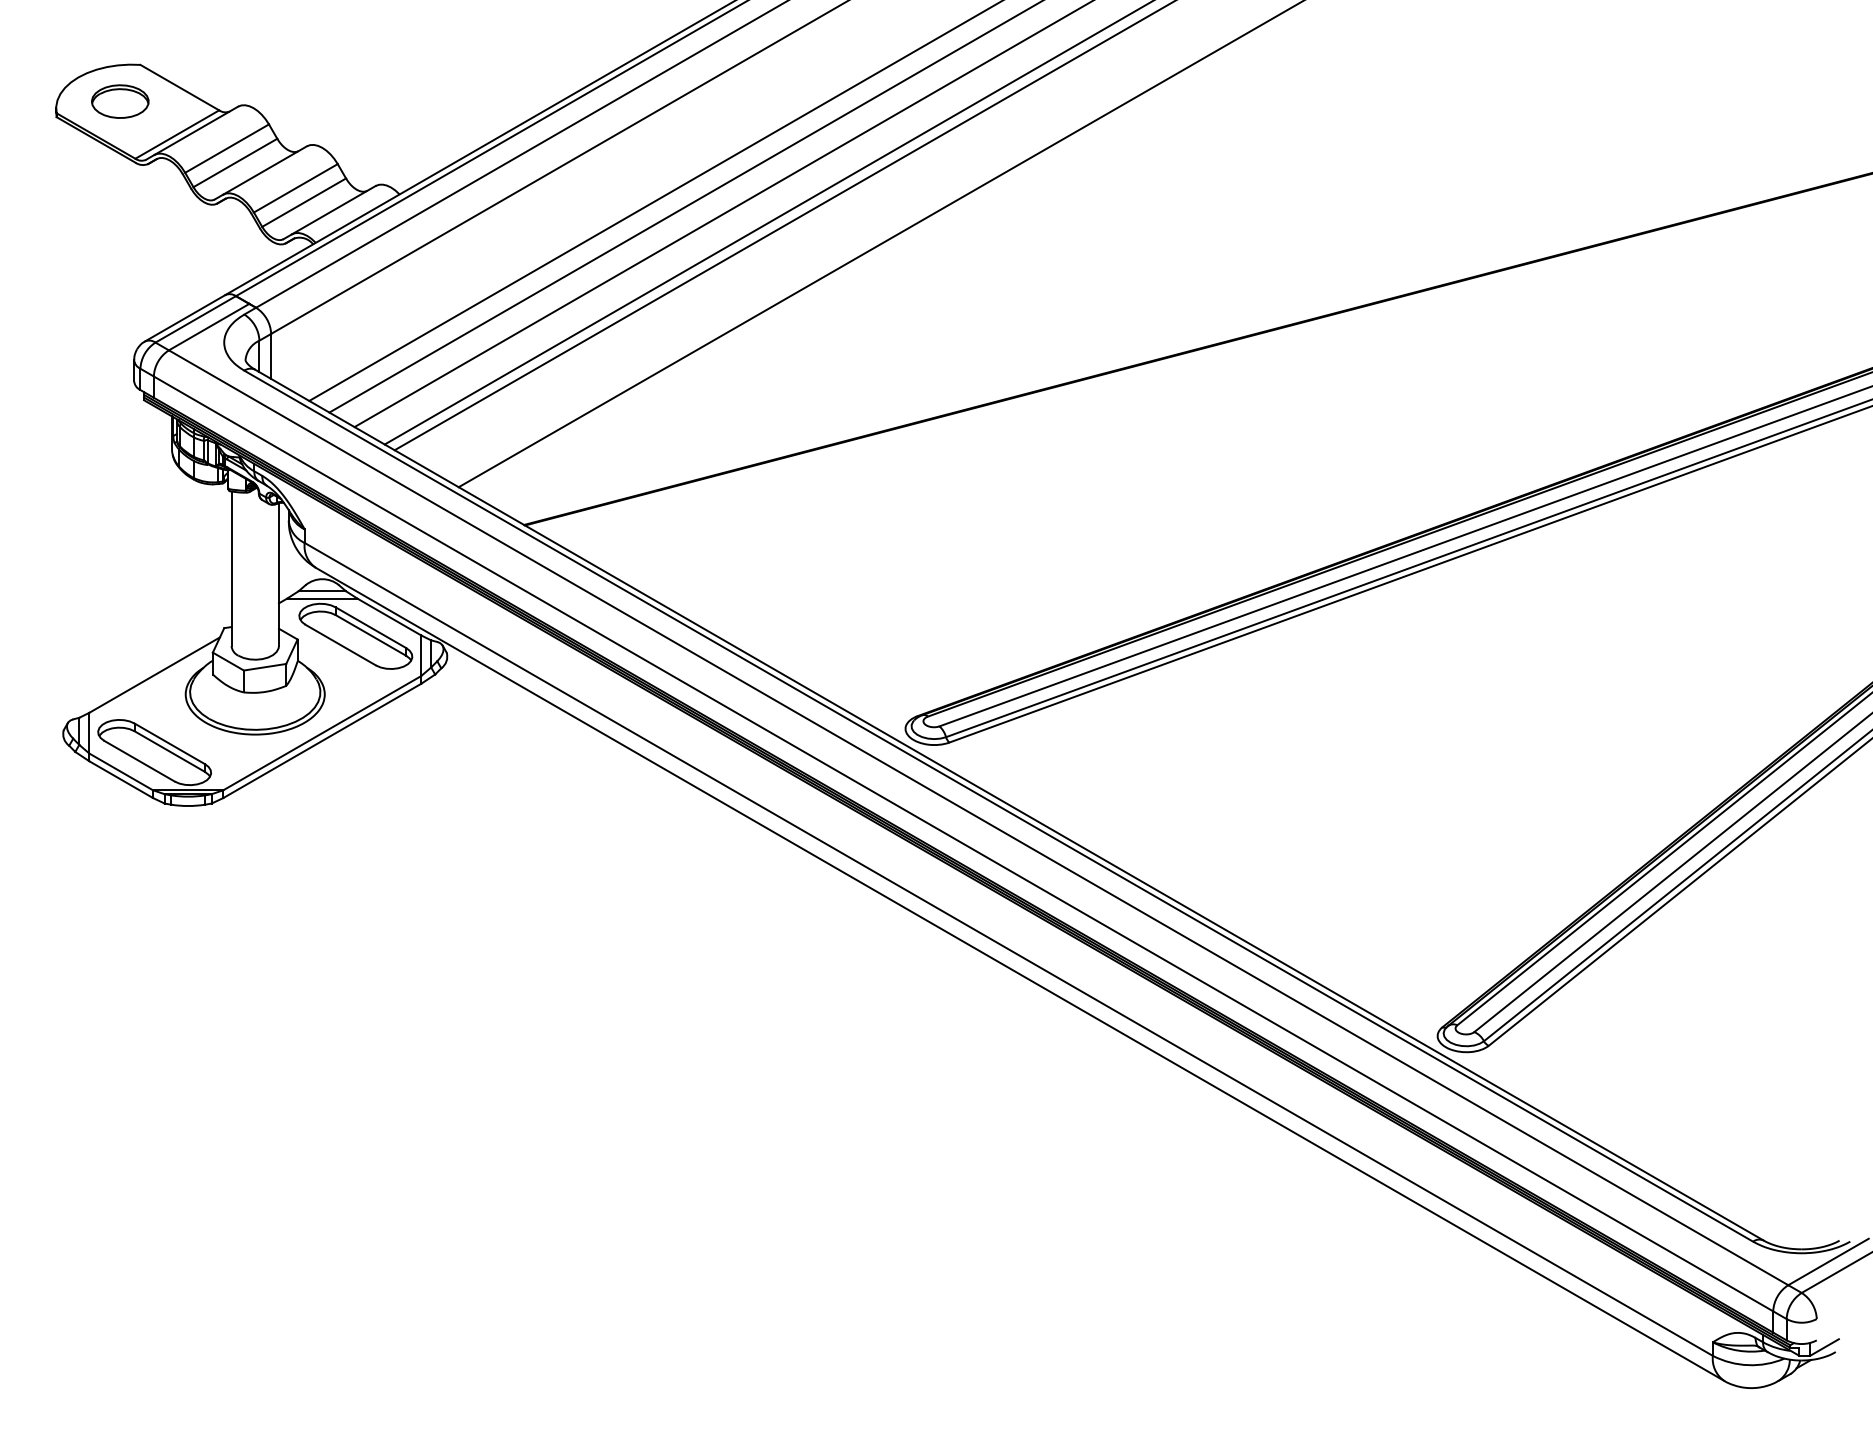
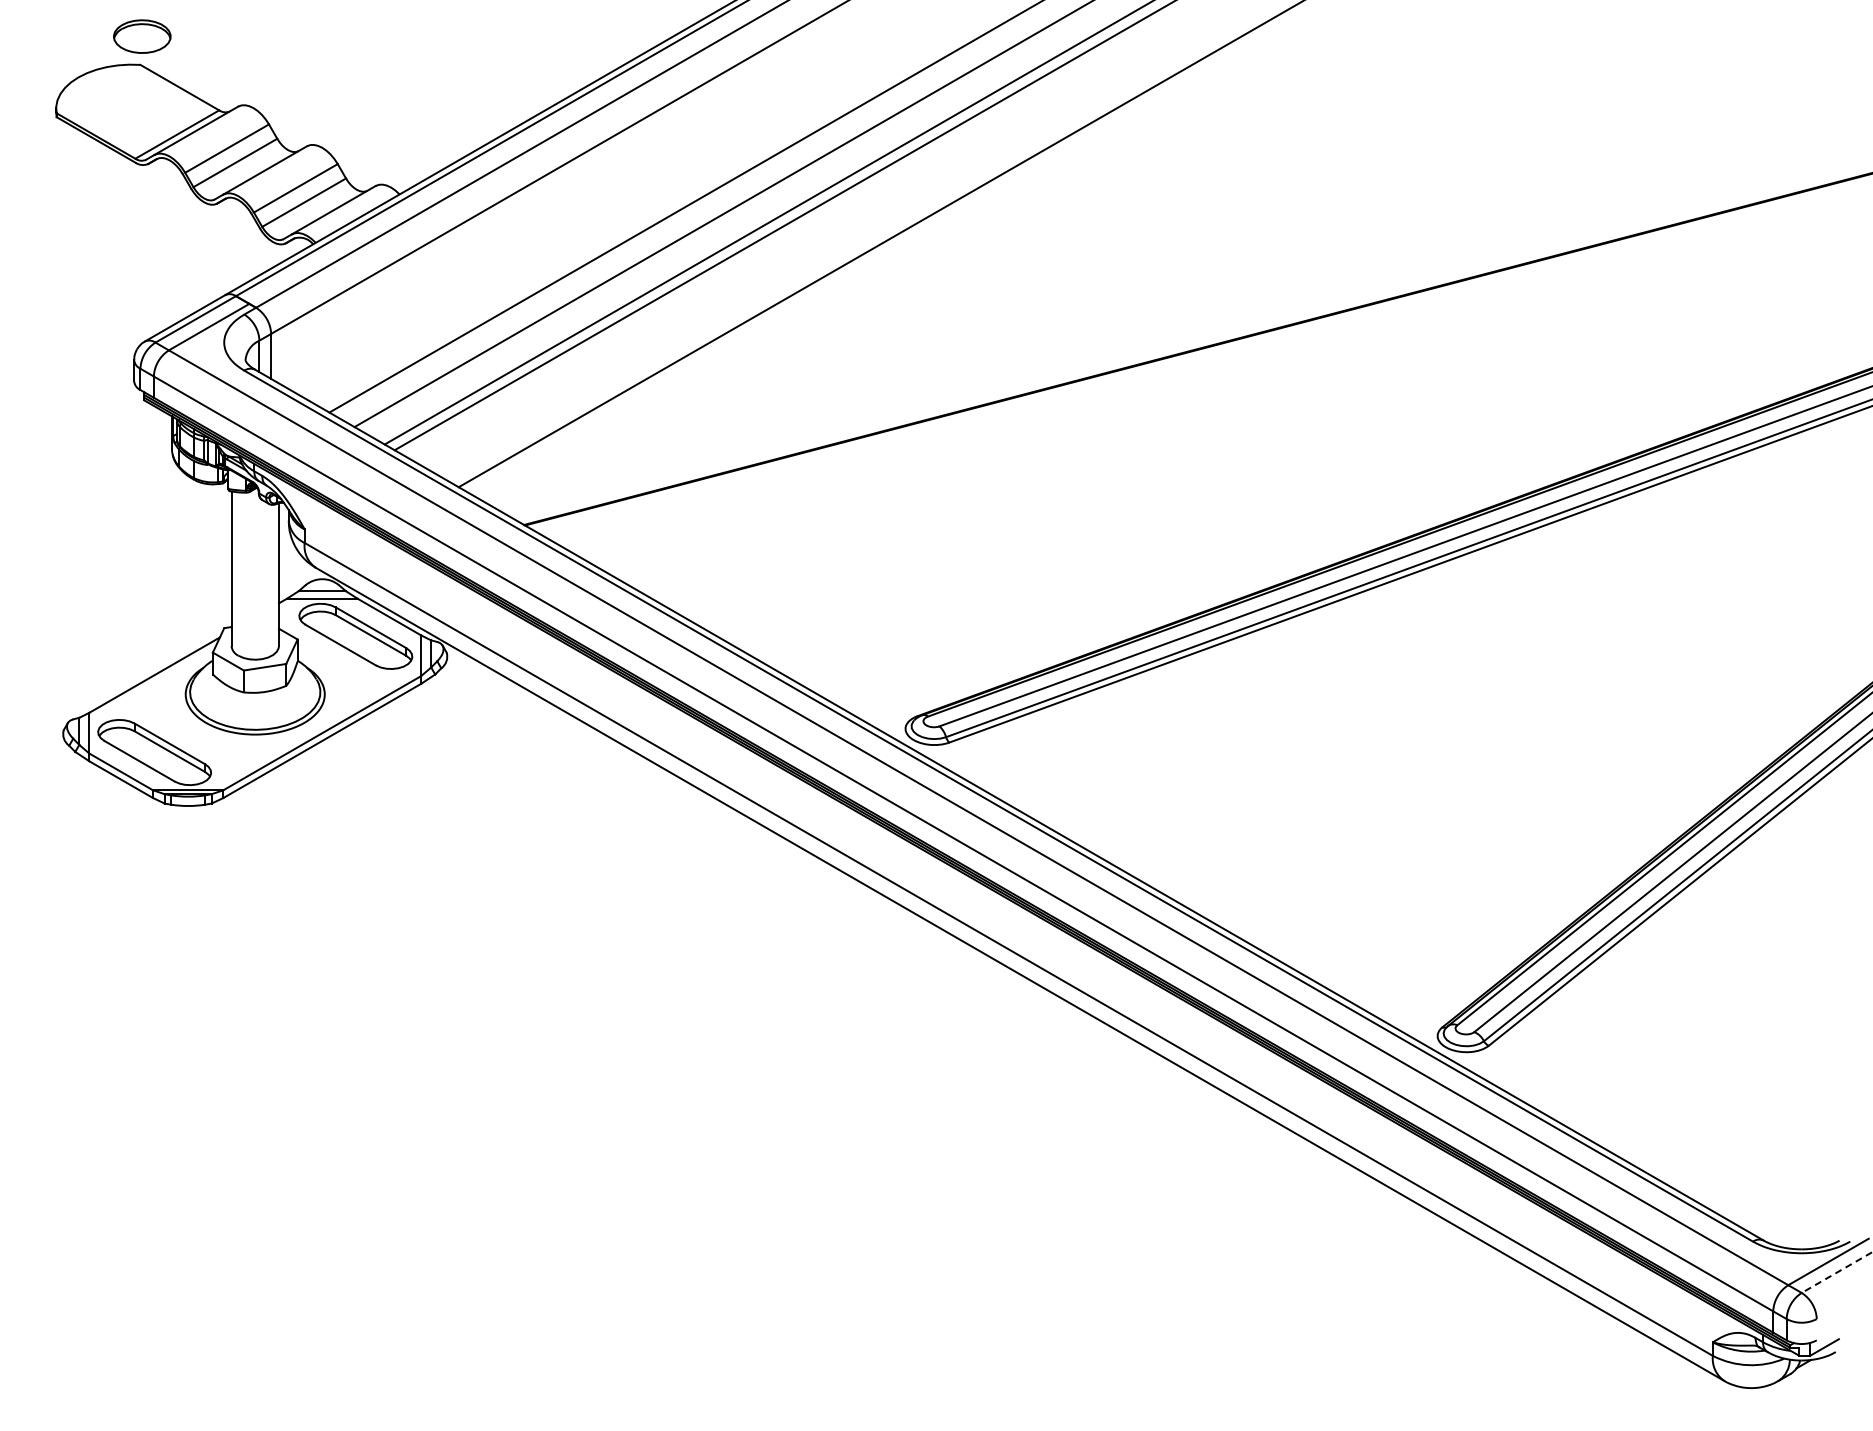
part at (120, 101) position: (120, 101) -> (142, 36)
line at (654, 201): present -> none
line at (1837, 1272): solid -> dashed
